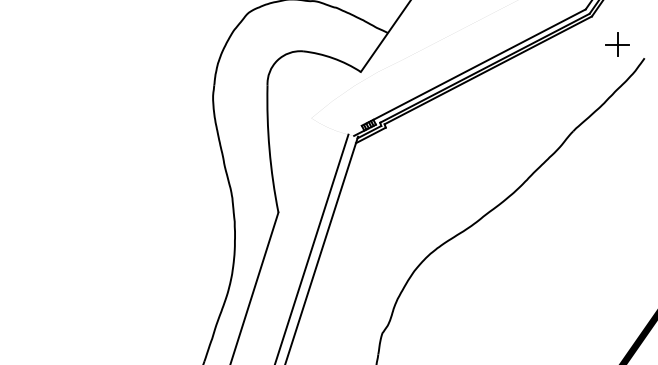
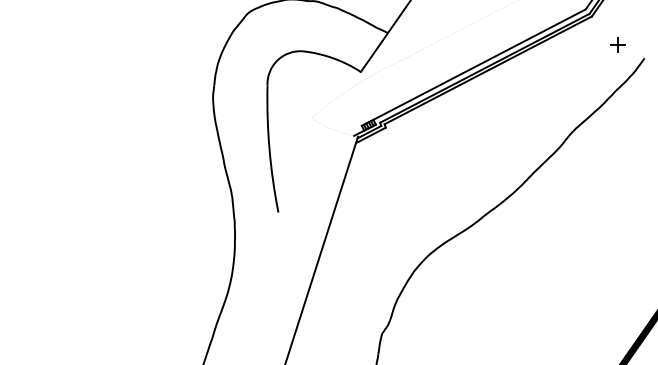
part at (617, 44) size: 25x25 px -> 16x16 px
line at (311, 247): present -> none
line at (254, 286): present -> none
